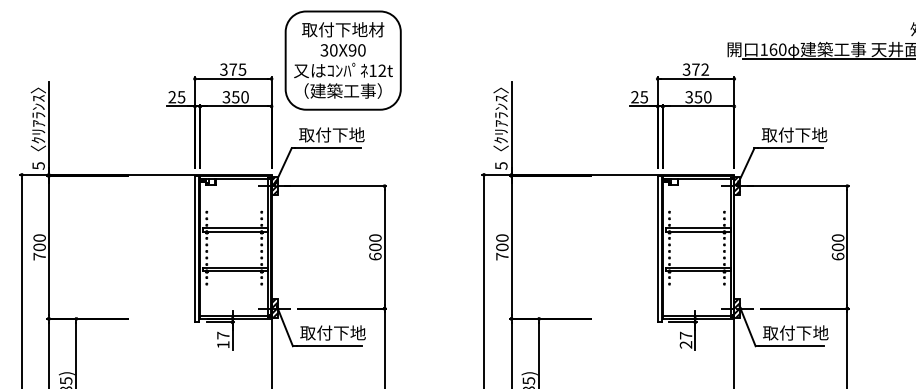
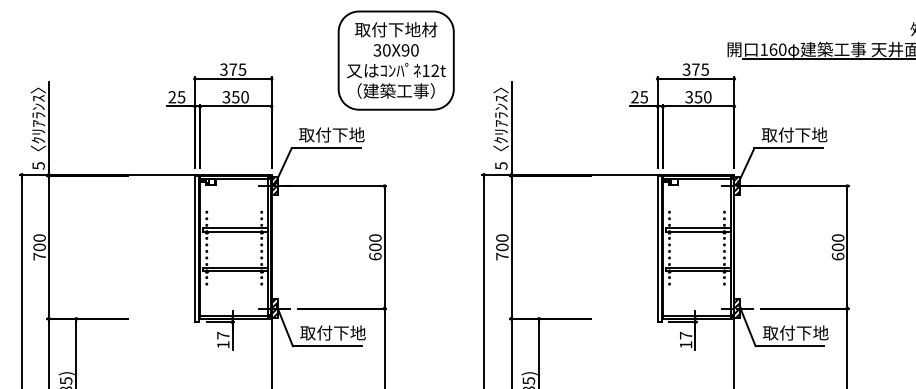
part at (342, 60) position: (342, 60) -> (395, 60)
text at (704, 69): 372 -> 375
text at (685, 344): 27 -> 17
